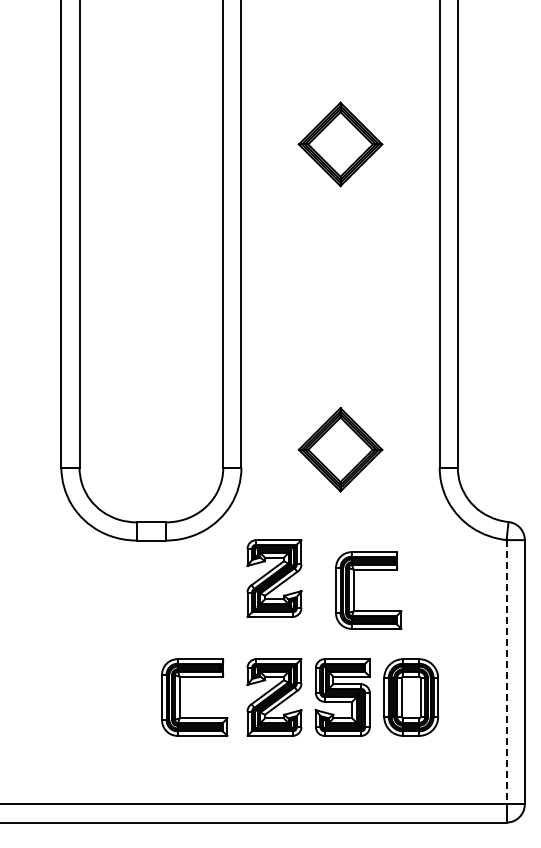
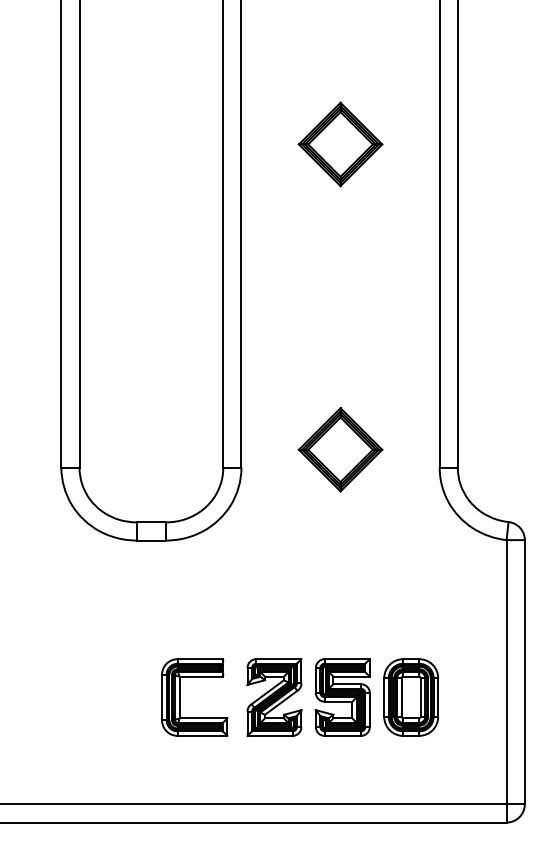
part at (274, 578): present -> none
part at (354, 590): present -> none
line at (506, 672): dashed -> solid
